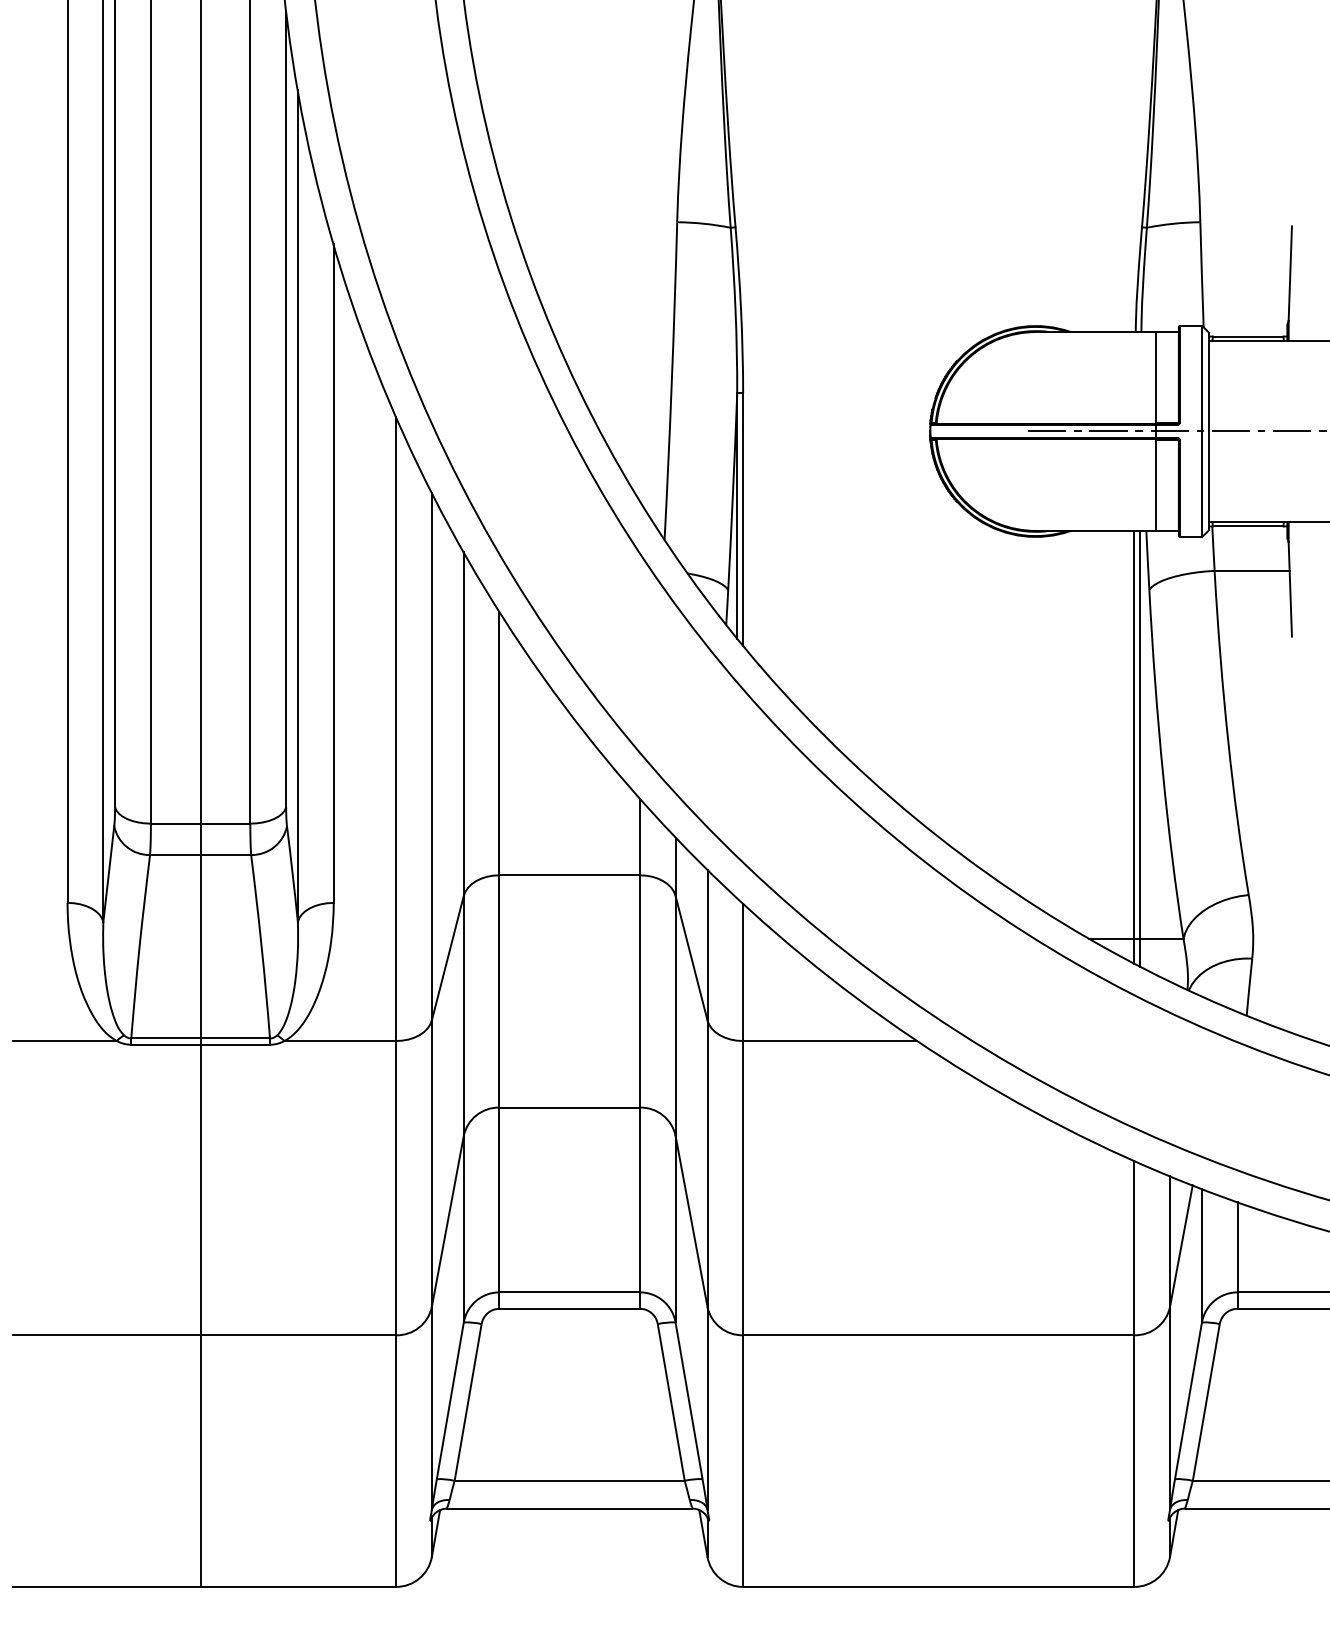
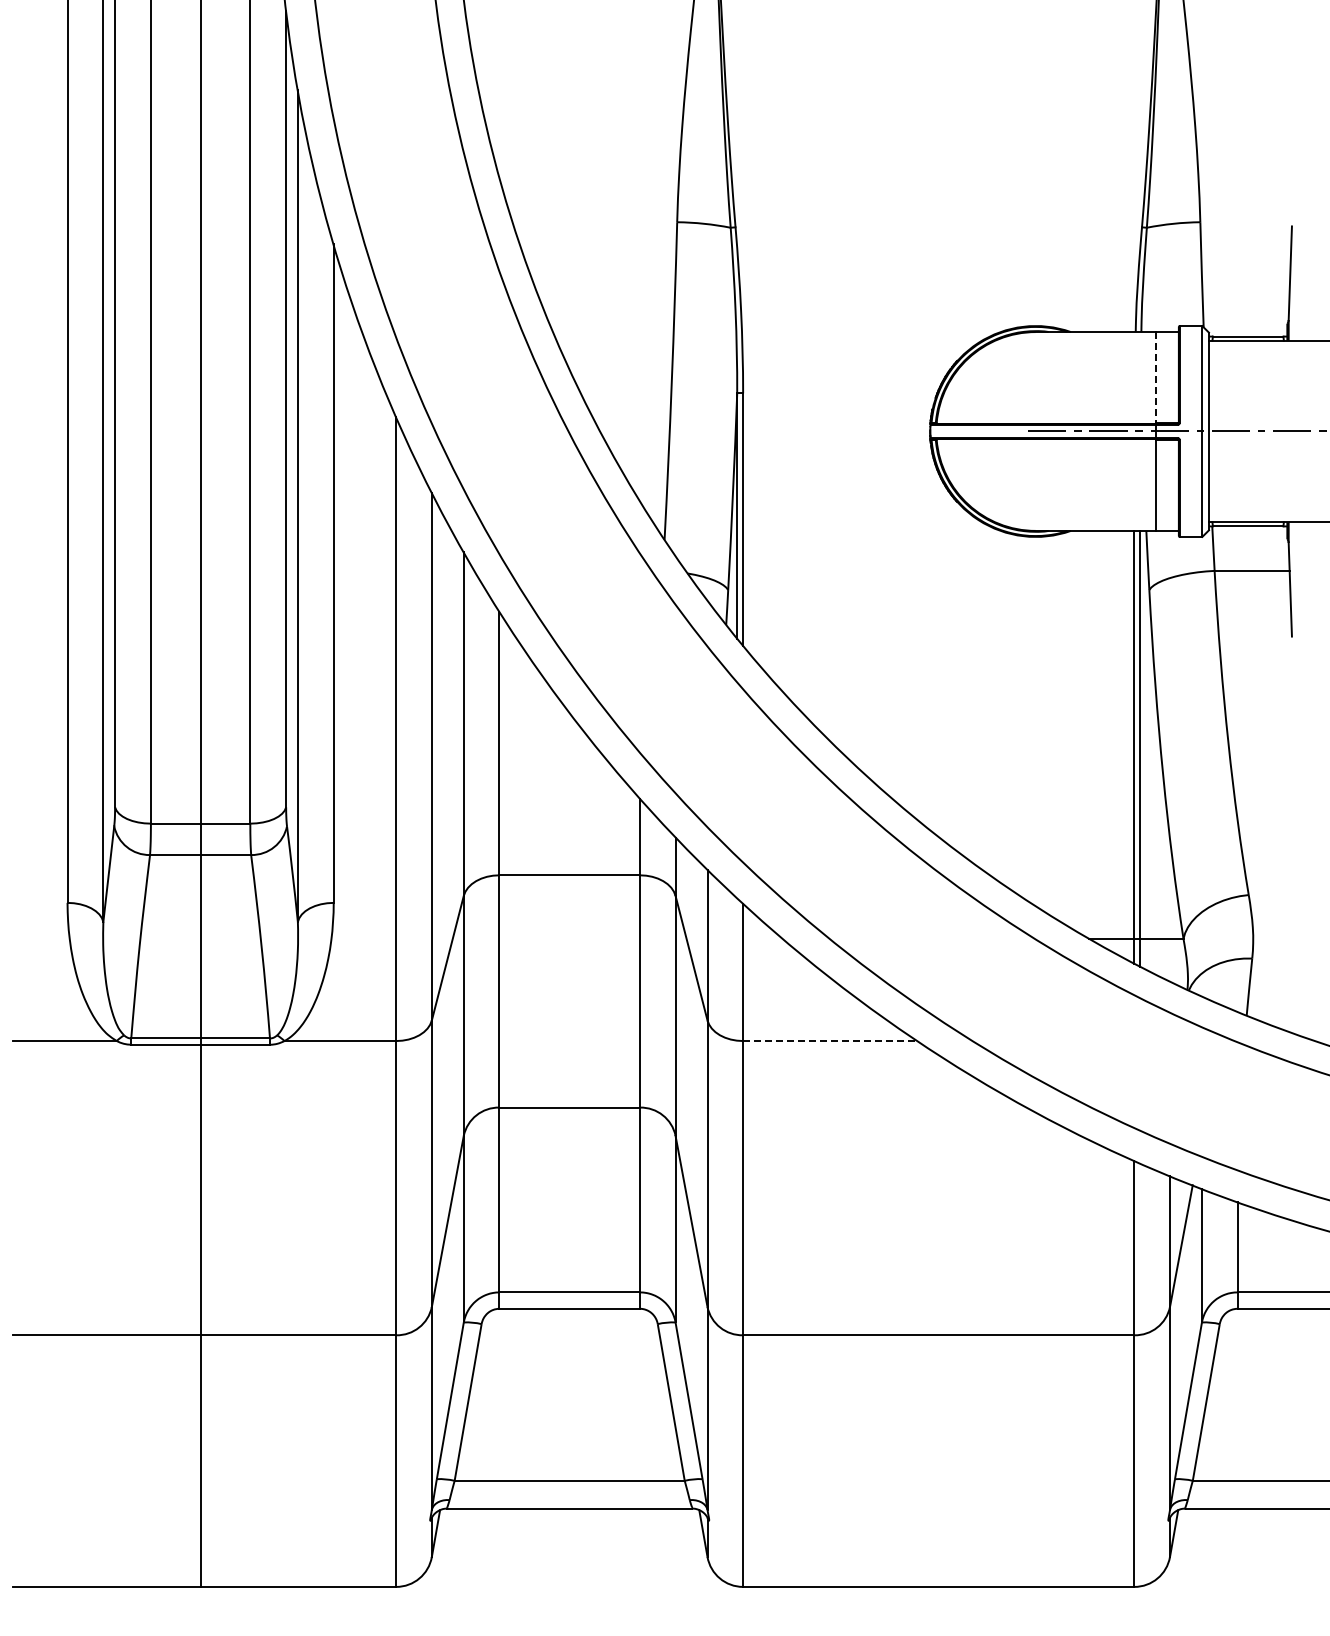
line at (1156, 377): solid -> dashed
line at (830, 1041): solid -> dashed
